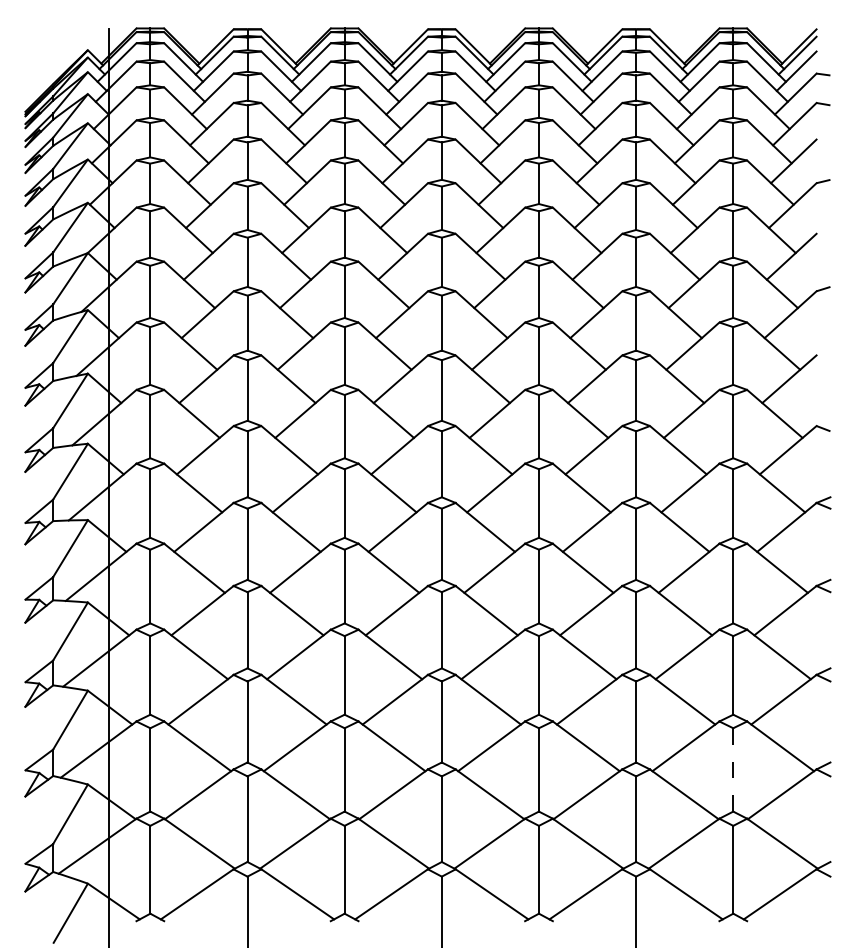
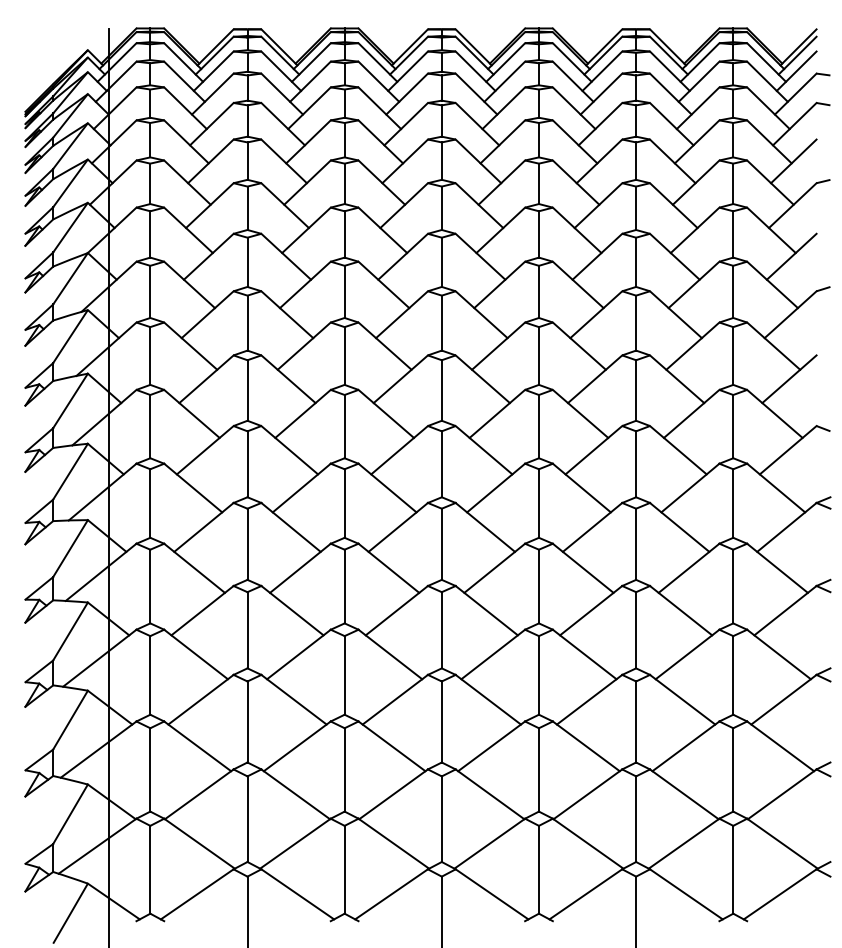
line at (733, 769): dashed -> solid
